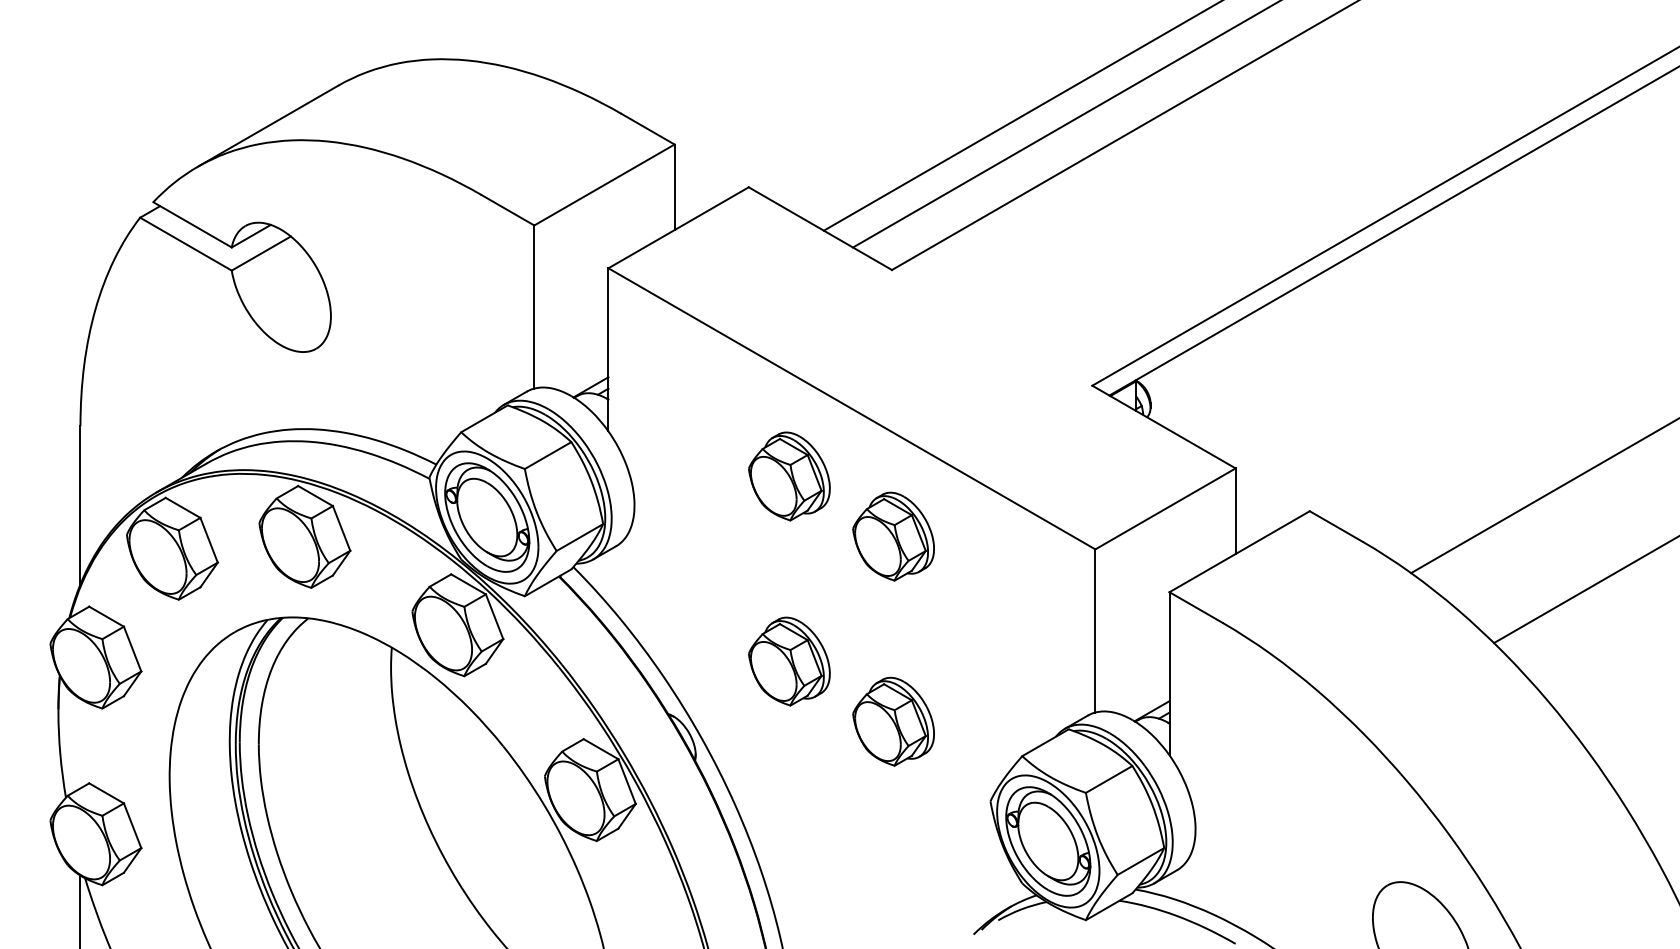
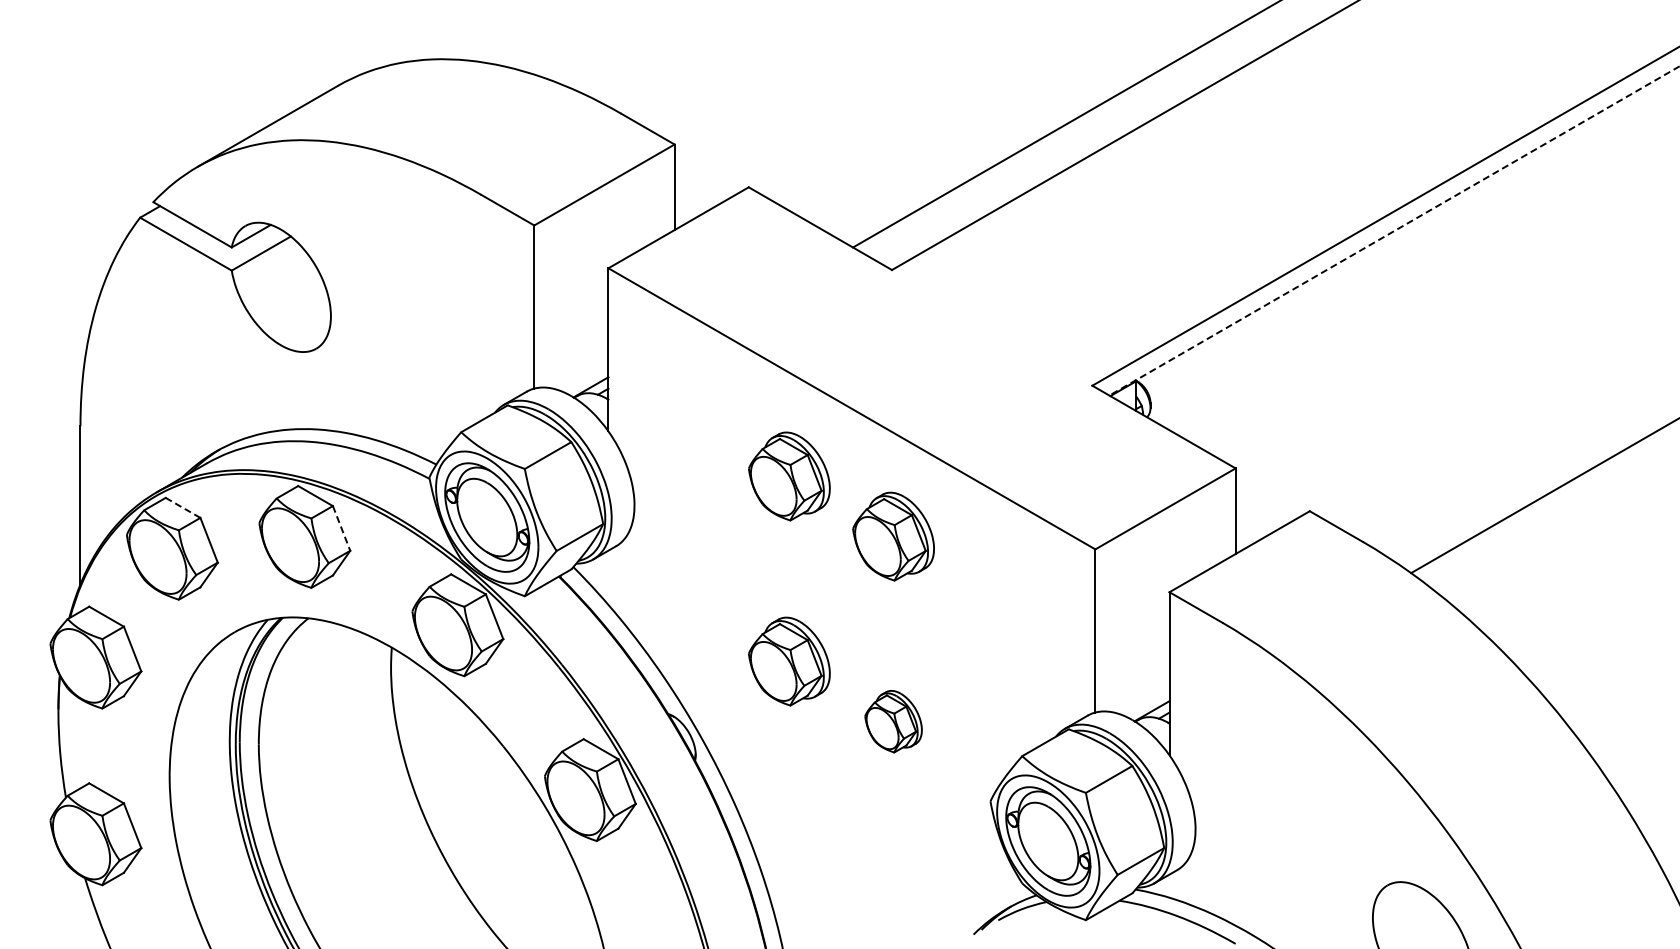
line at (1021, 116): present -> none
line at (1394, 231): solid -> dashed
line at (183, 508): solid -> dashed
line at (341, 528): solid -> dashed
line at (1585, 590): present -> none
part at (893, 721) size: 83x91 px -> 59x64 px
line at (80, 910): present -> none
